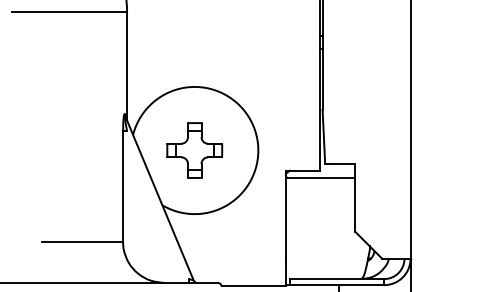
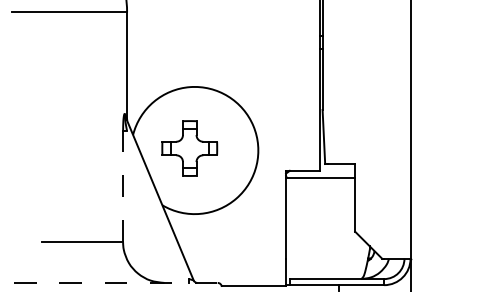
part at (194, 150) position: (194, 150) -> (189, 148)
line at (123, 186): solid -> dashed
line at (108, 282): solid -> dashed
